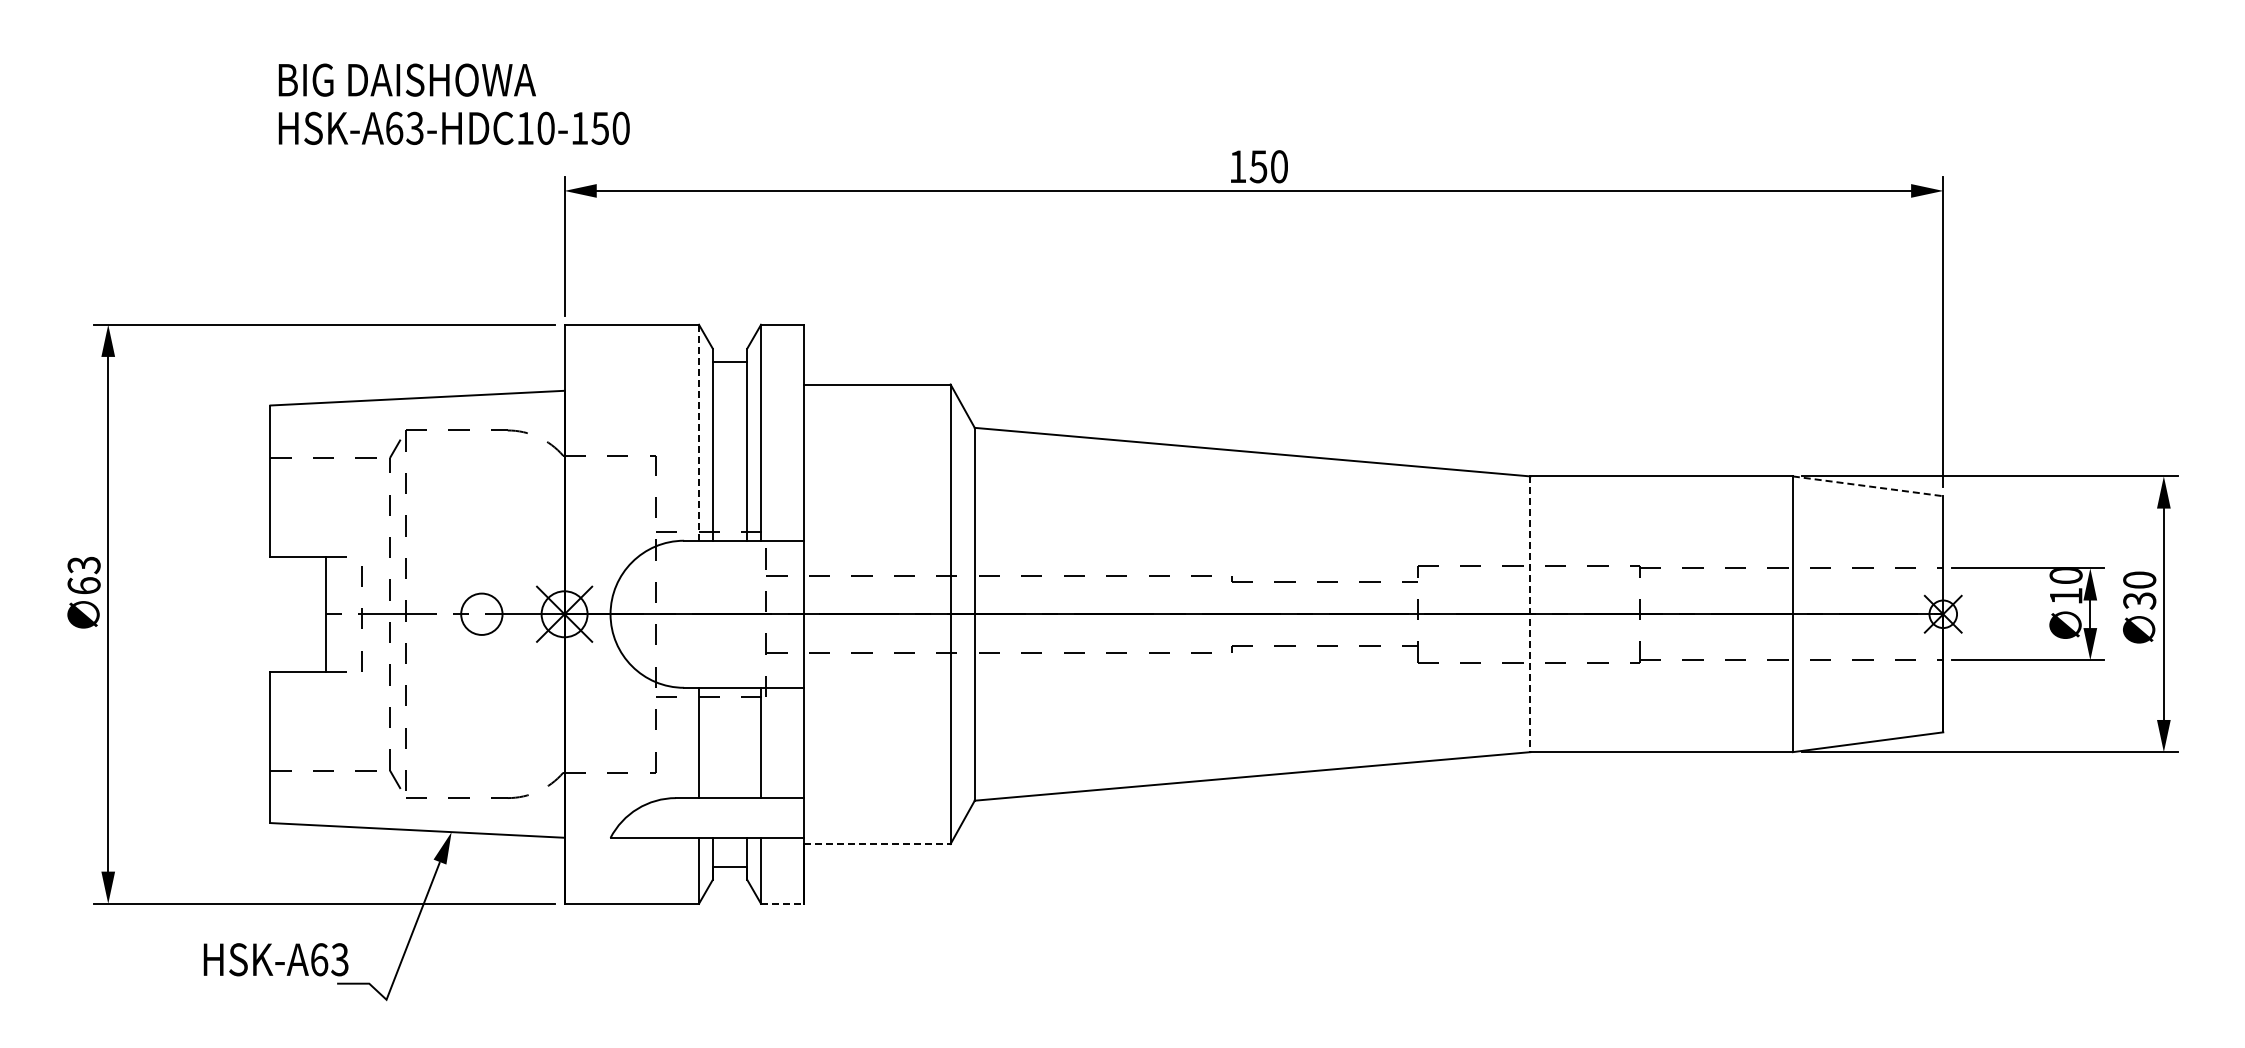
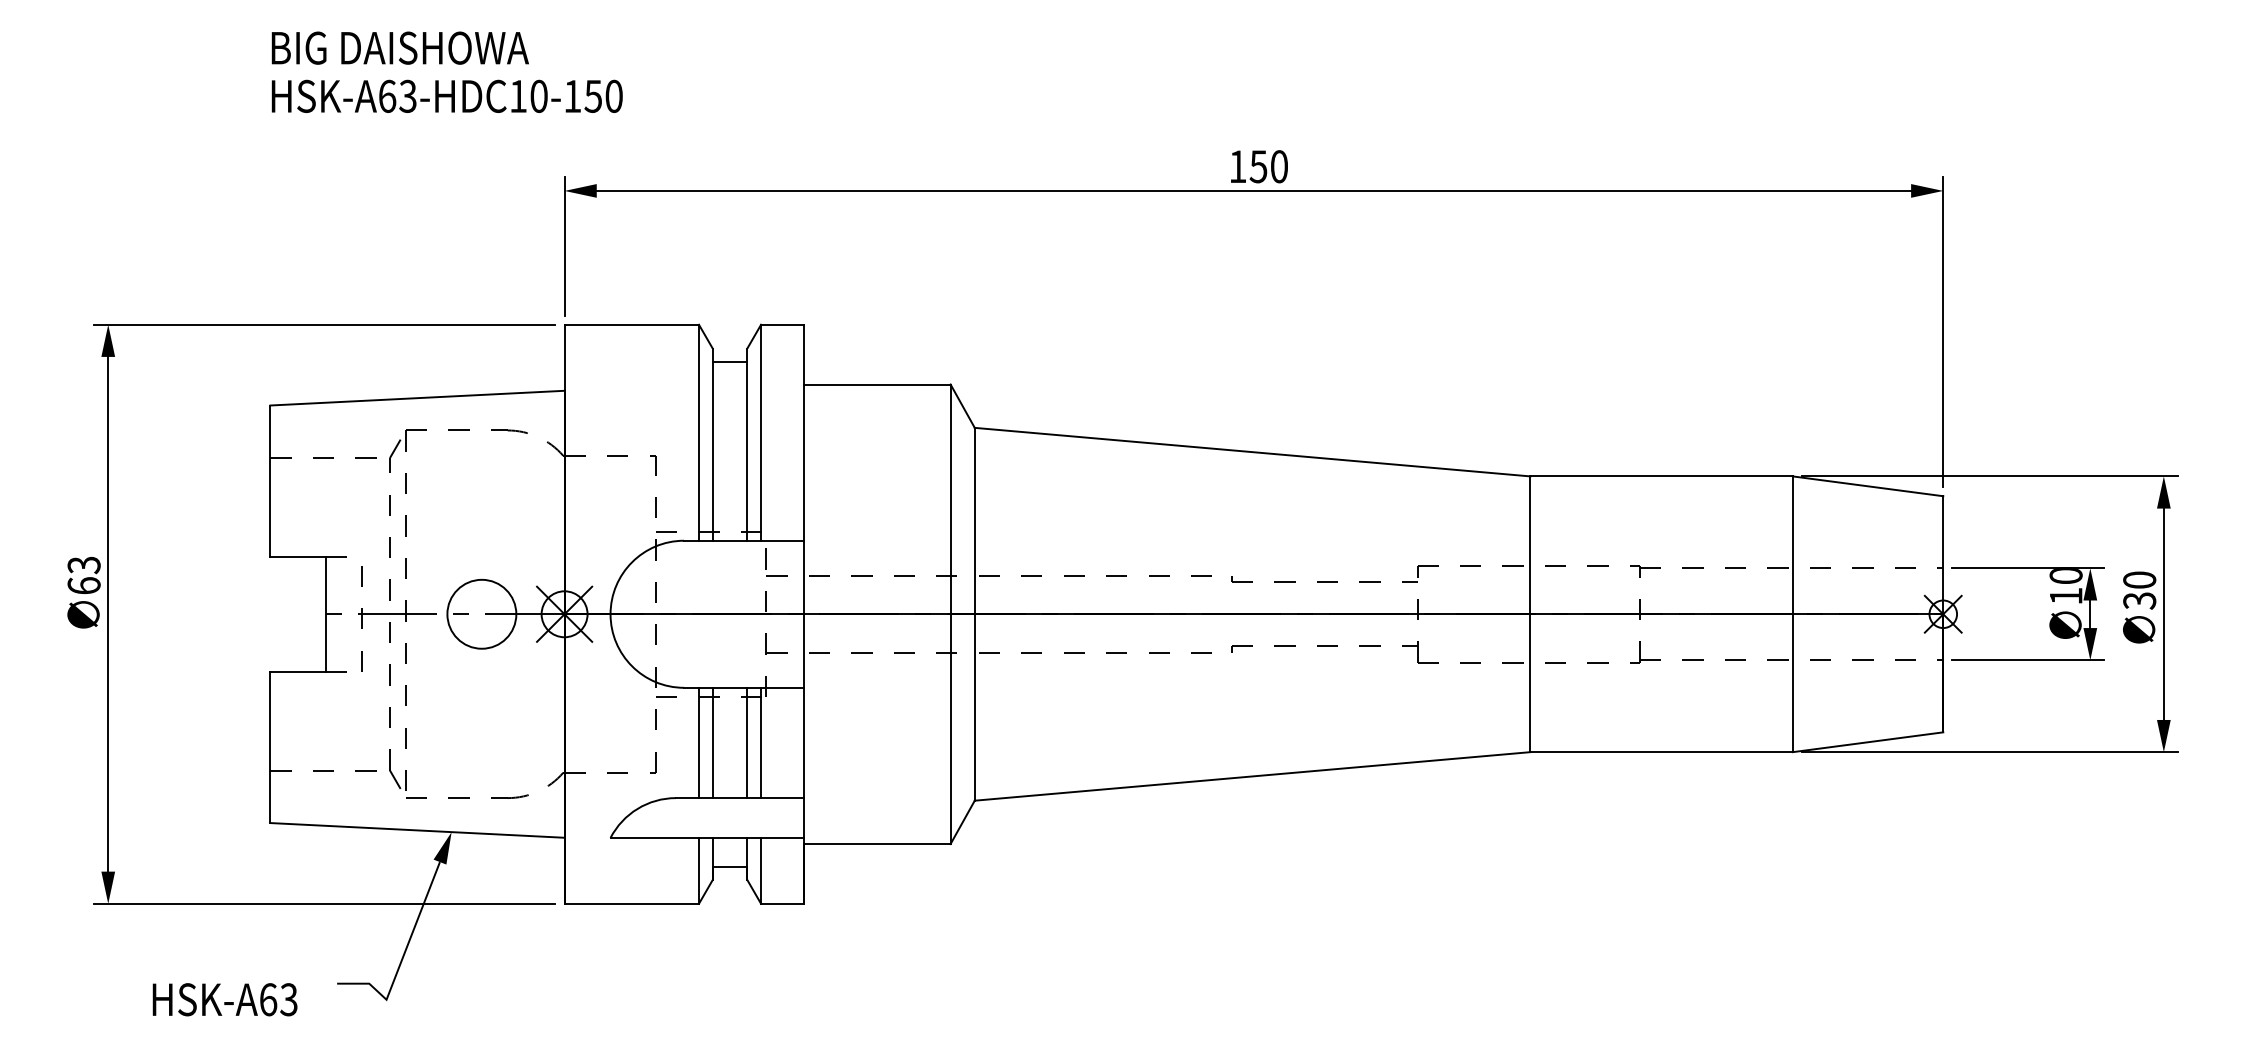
text at (453, 103) position: (453, 103) -> (446, 71)
line at (699, 432): dashed -> solid
line at (1868, 486): dashed -> solid
circle at (481, 613) diameter: 41 px -> 69 px
line at (1530, 614): dashed -> solid
line at (712, 742): none -> present
line at (747, 742): none -> present
line at (877, 844): dashed -> solid
line at (782, 903): dashed -> solid
text at (275, 959) position: (275, 959) -> (224, 999)
